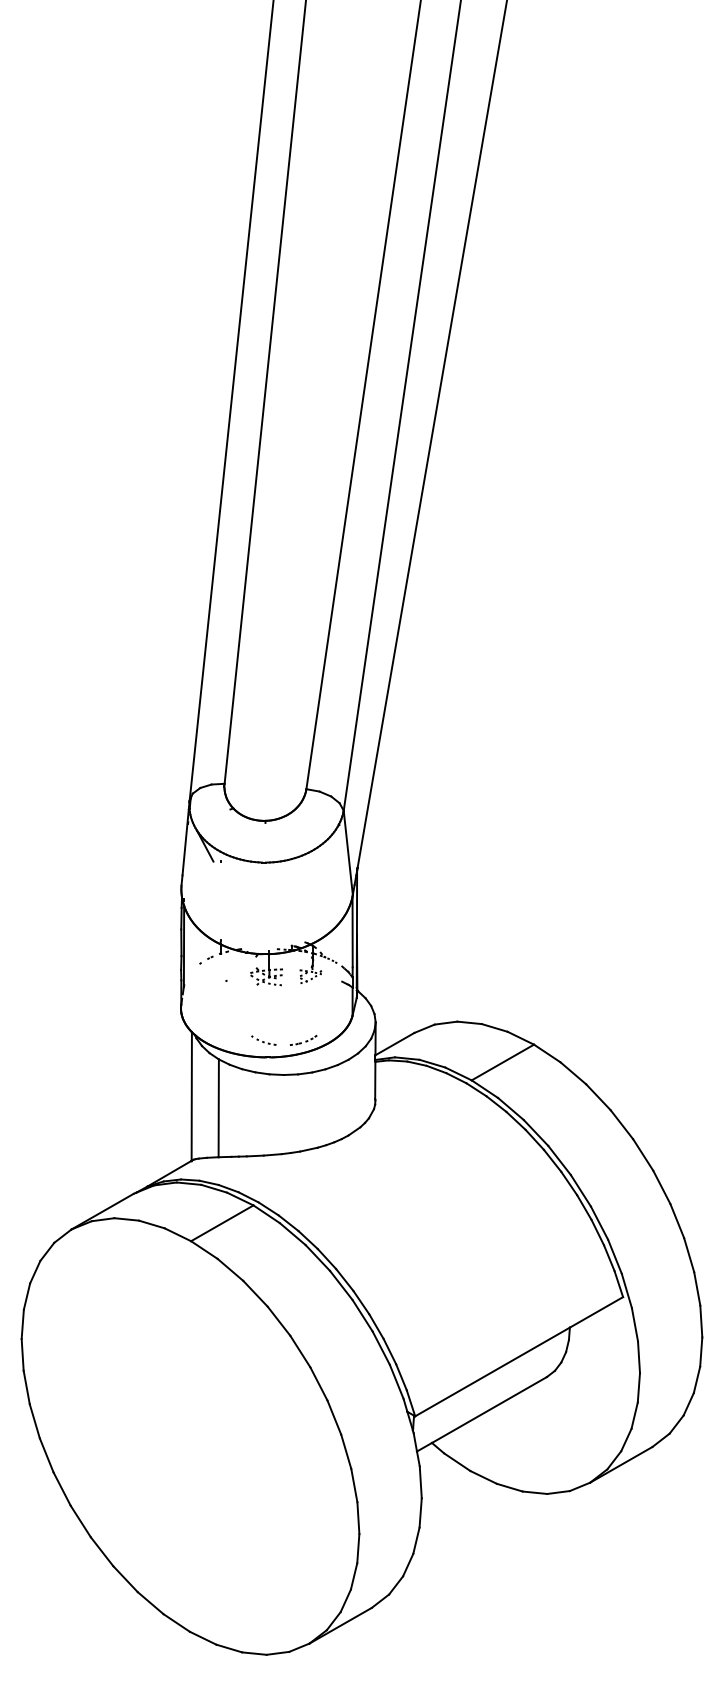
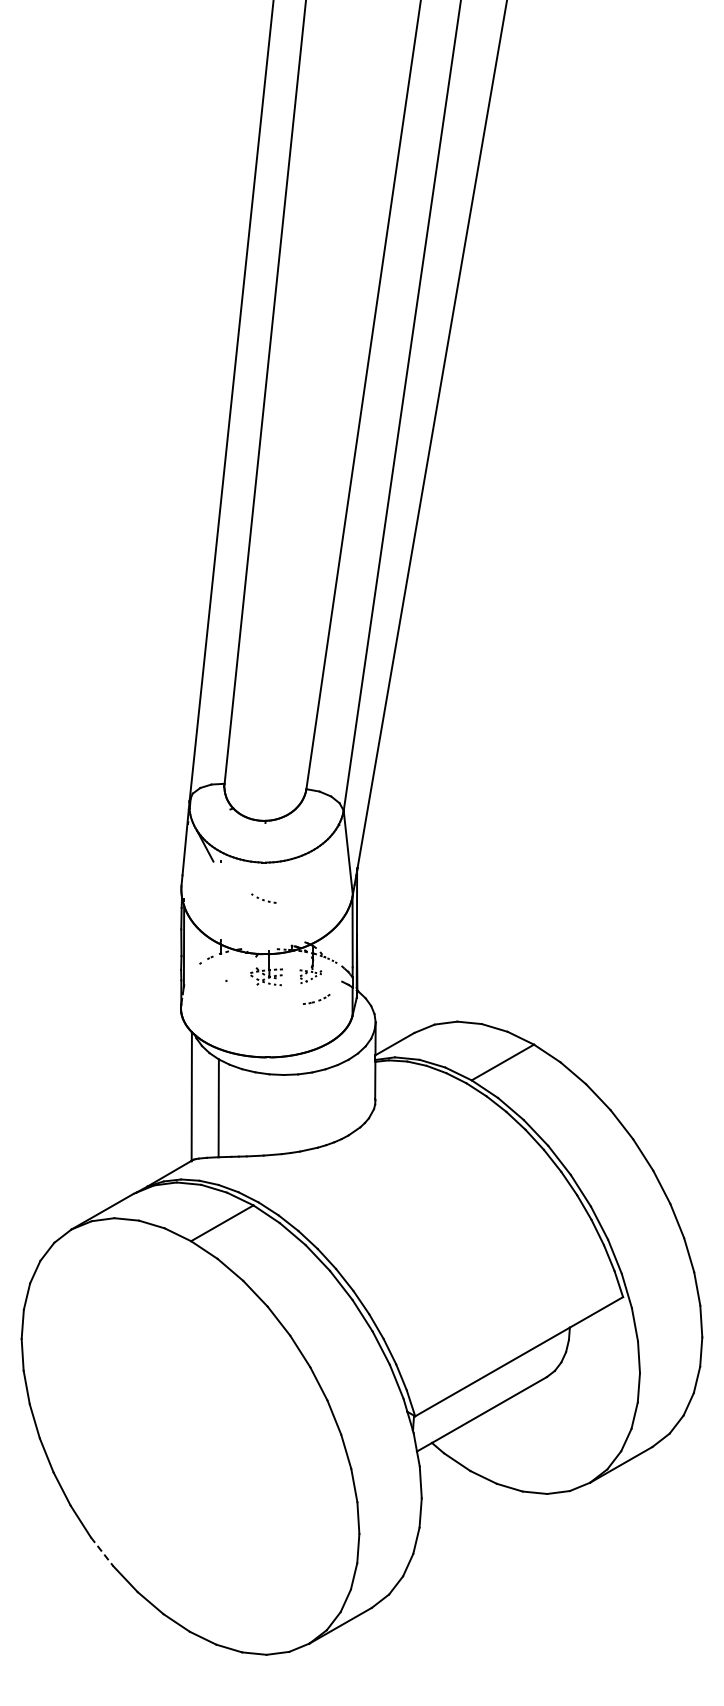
part at (303, 1039) position: (303, 1039) -> (316, 998)
part at (263, 1040) position: (263, 1040) -> (263, 898)
line at (102, 1552): solid -> dashed
